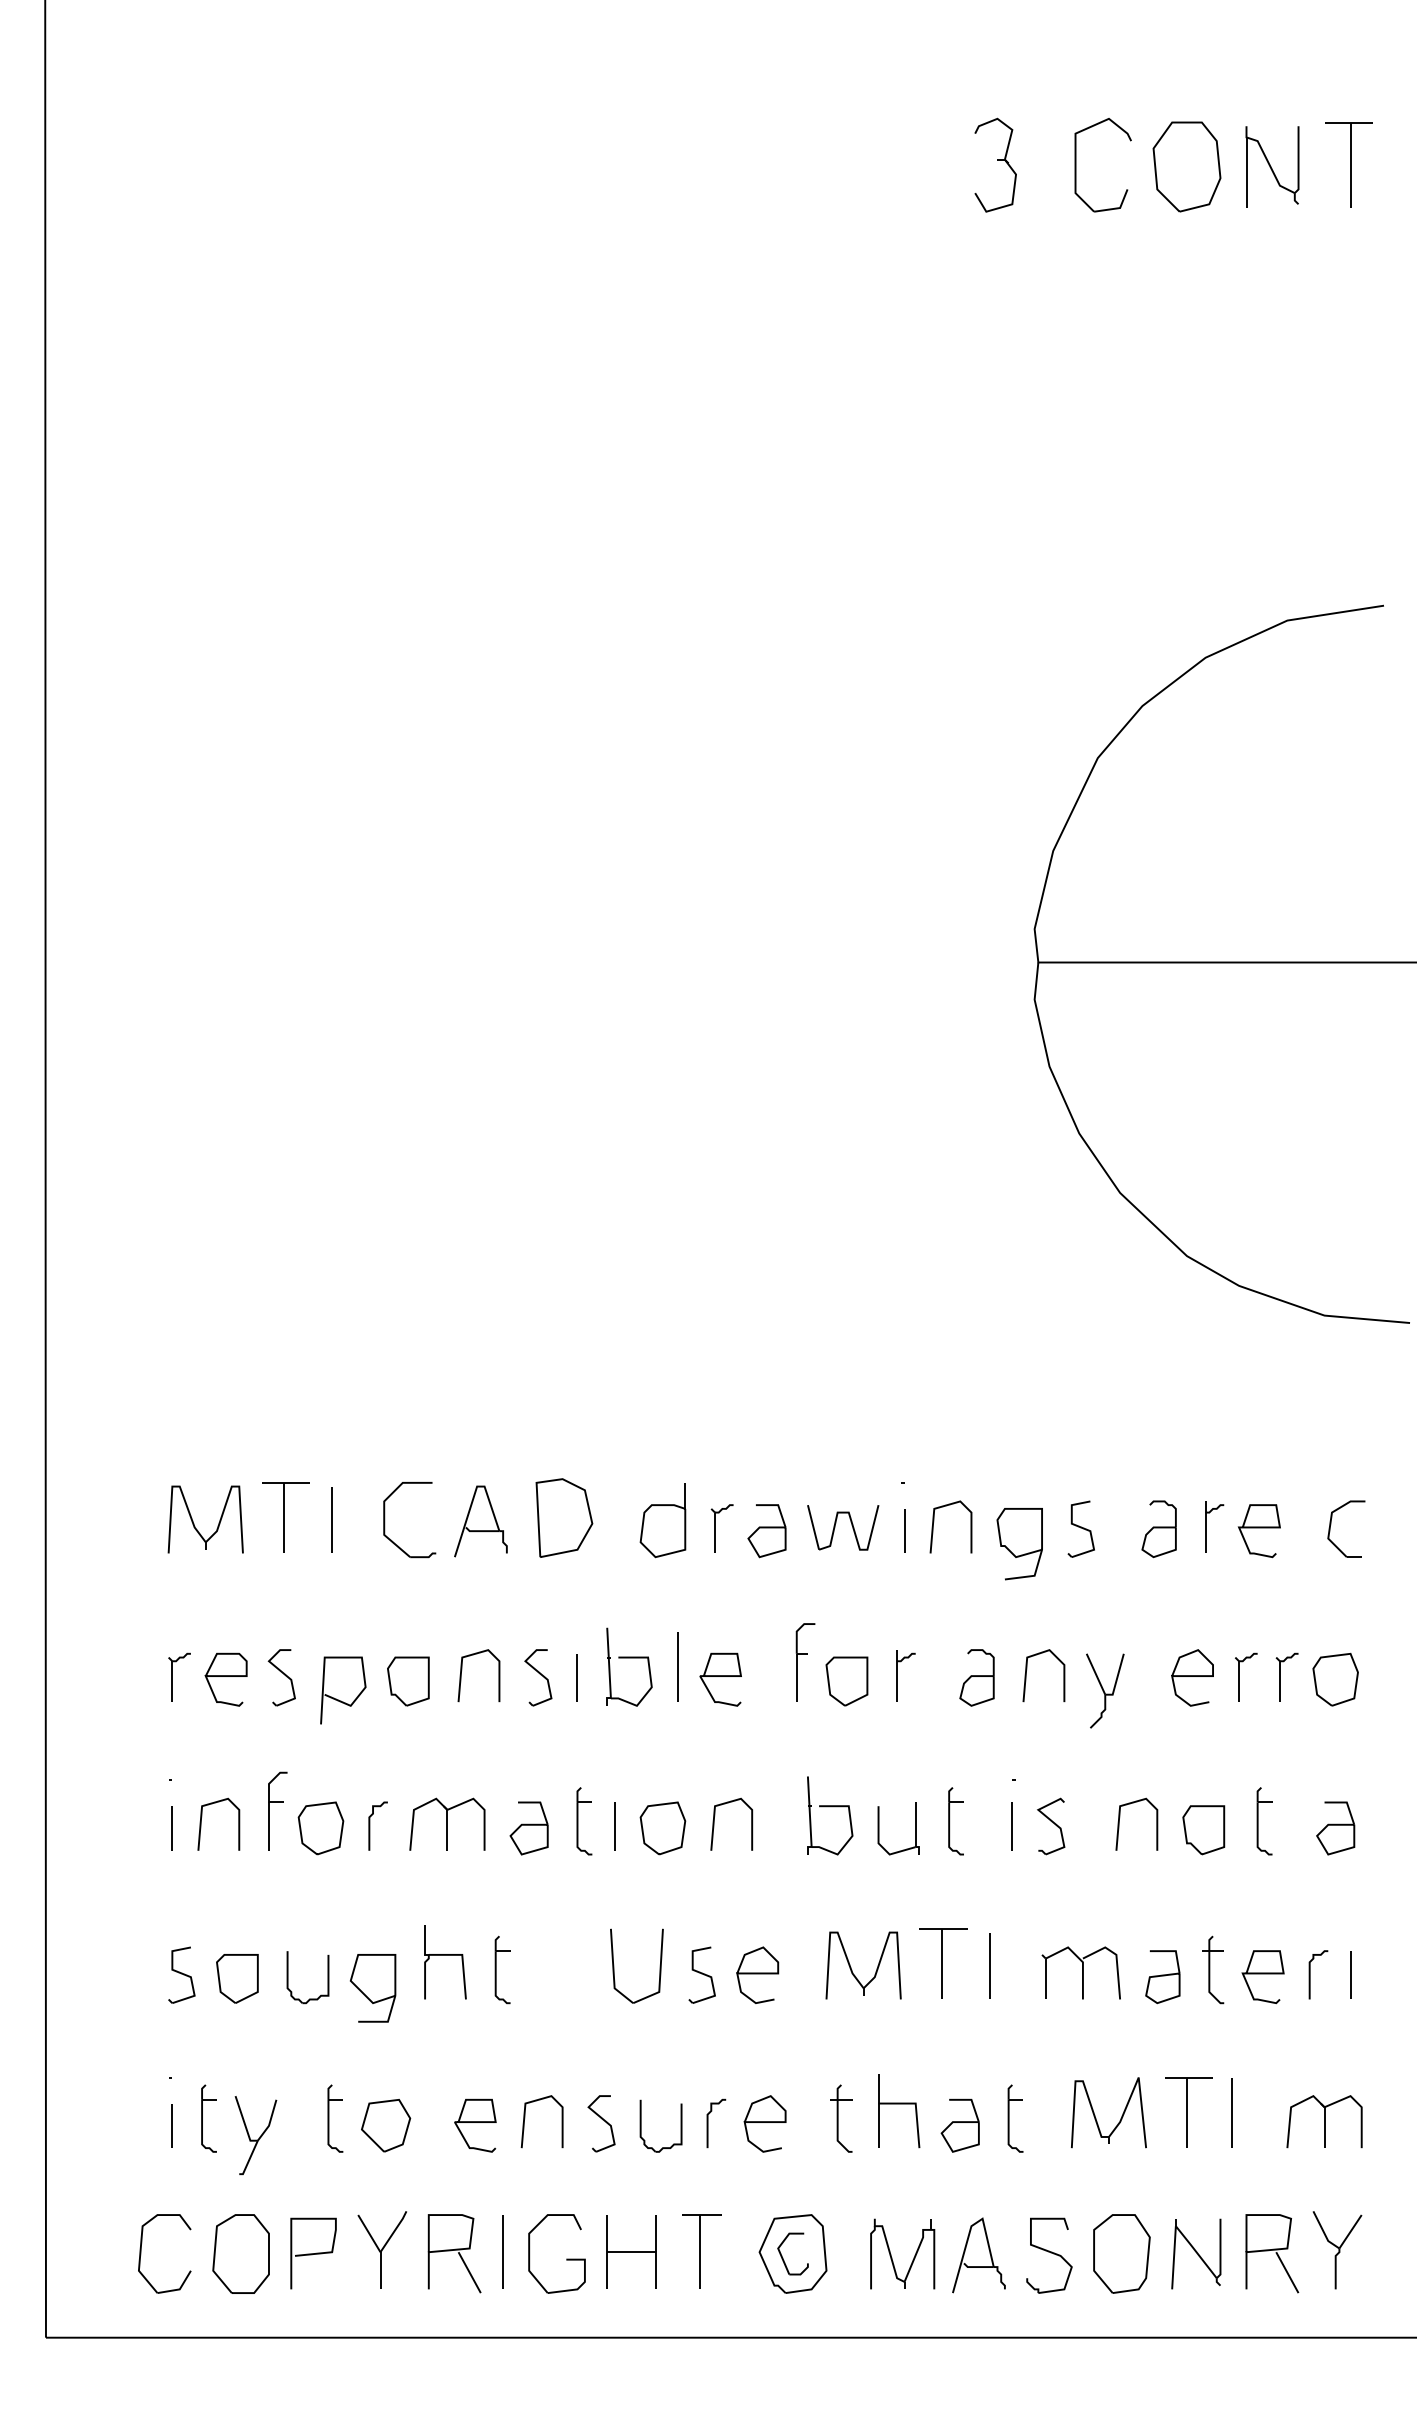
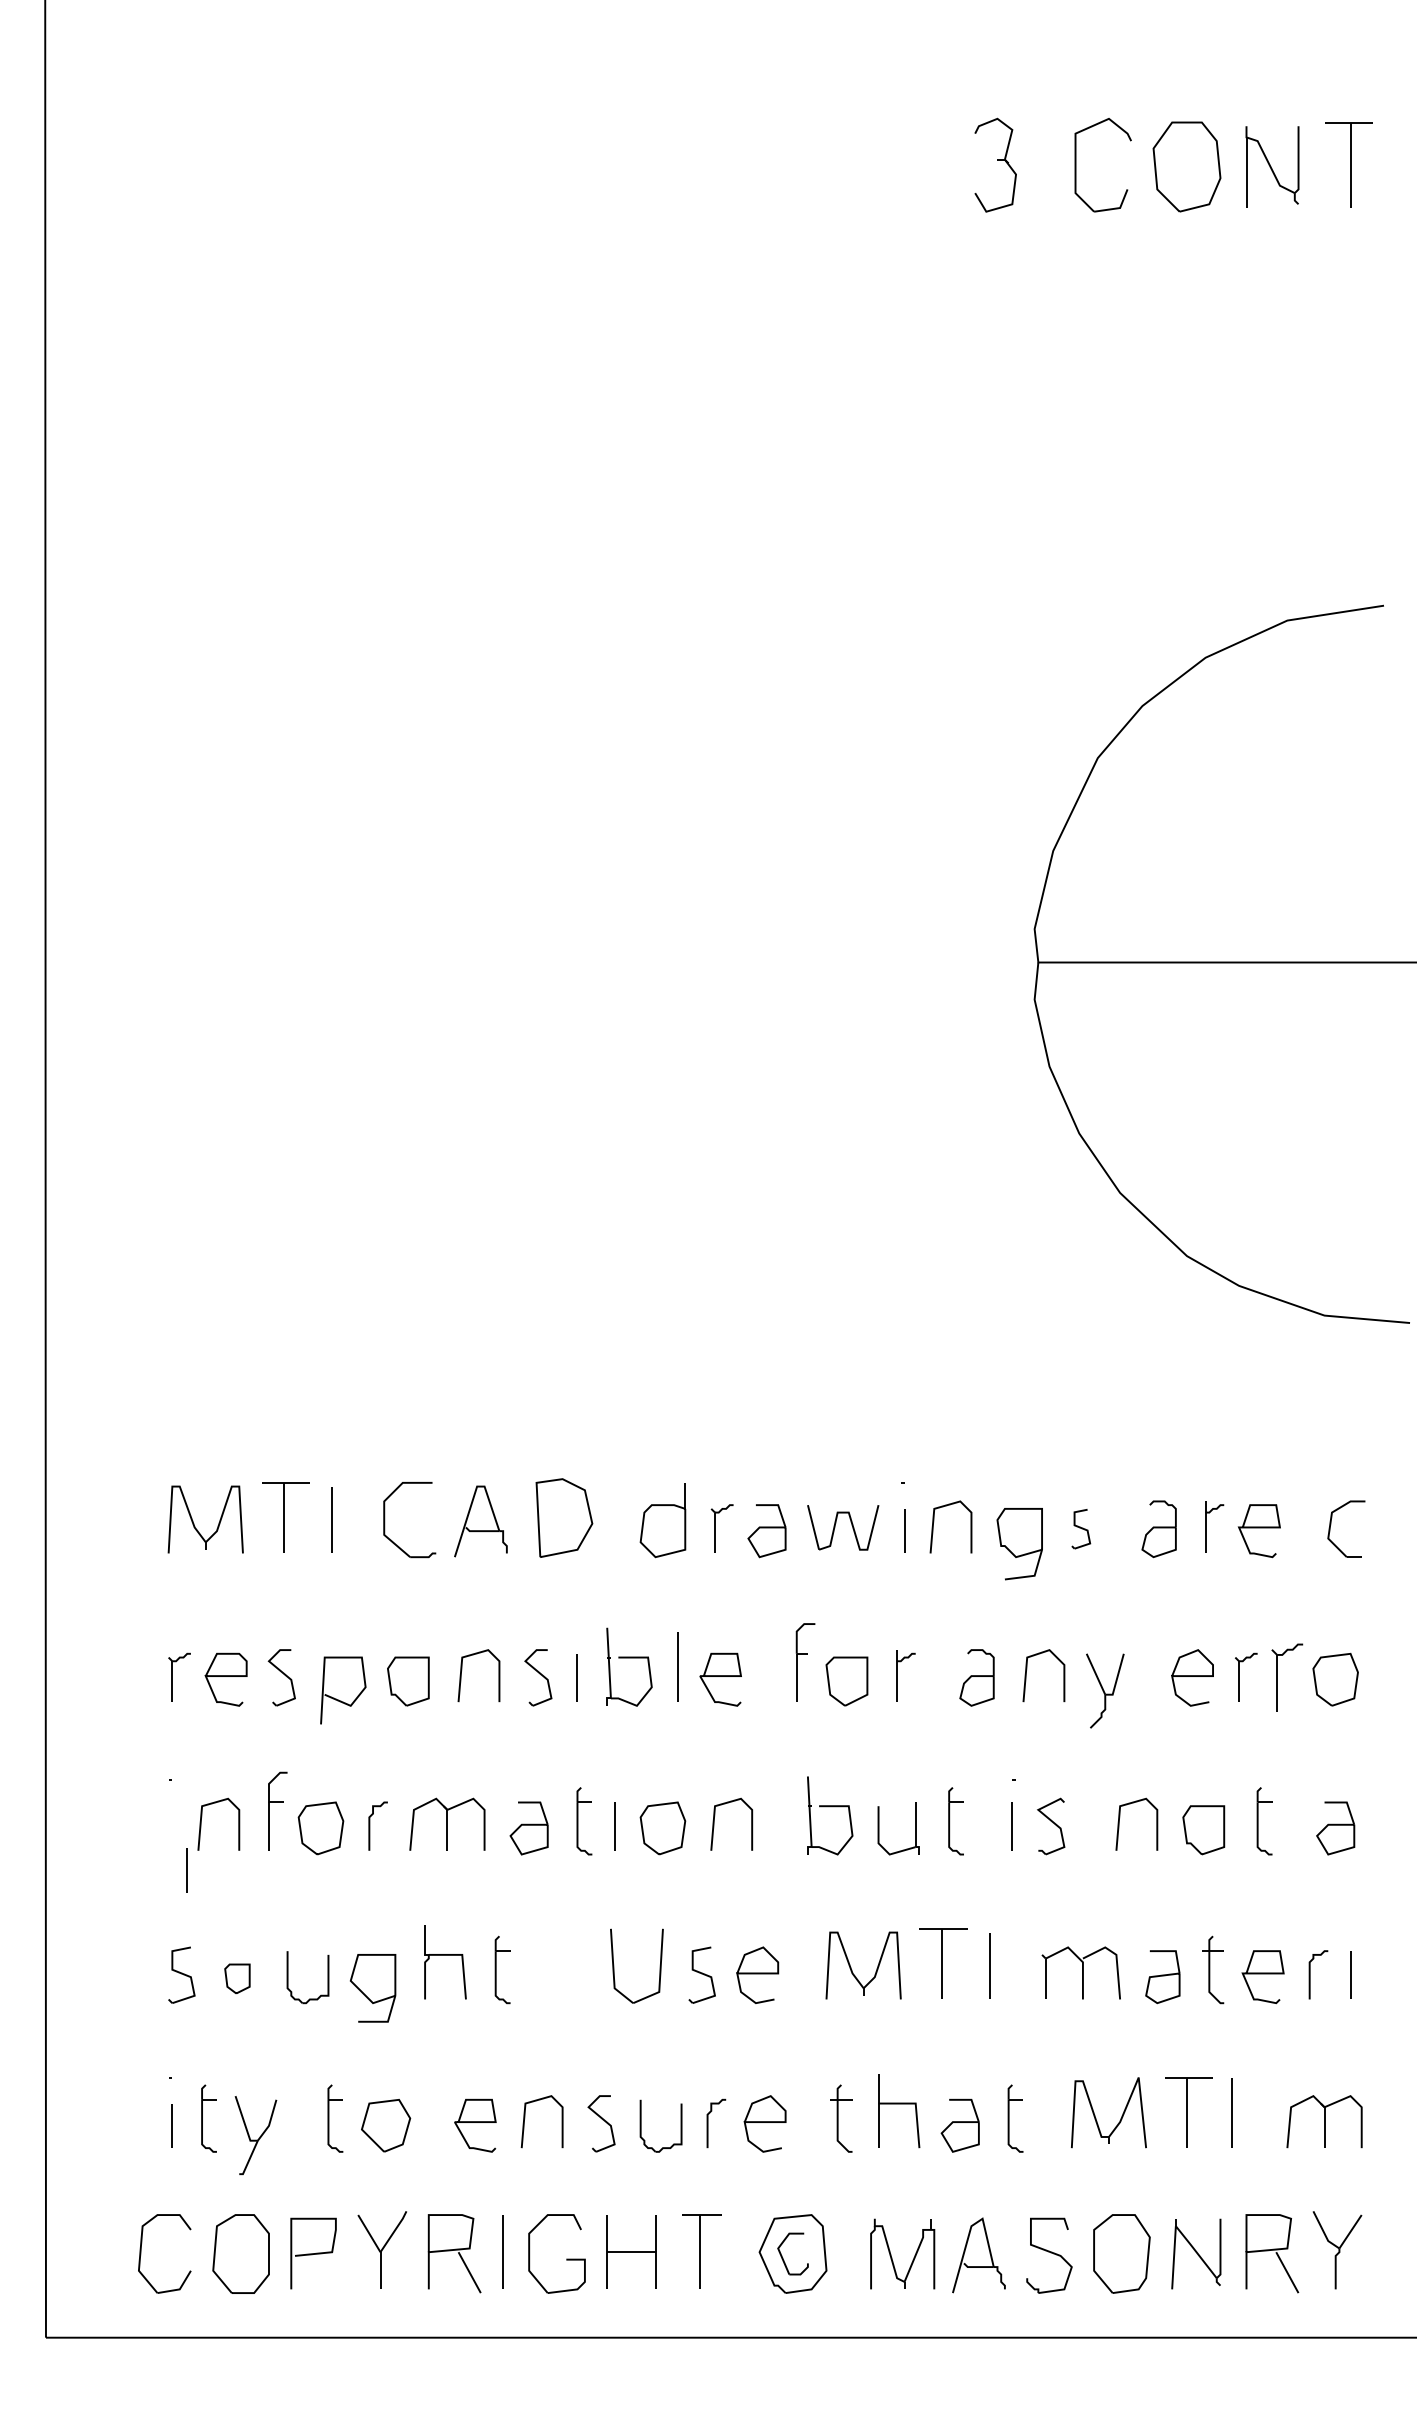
part at (1080, 1528) size: 28x58 px -> 21x41 px
part at (1286, 1676) size: 24x50 px -> 33x69 px
line at (171, 1828) position: (171, 1828) -> (186, 1870)
part at (237, 1978) size: 43x50 px -> 27x31 px
